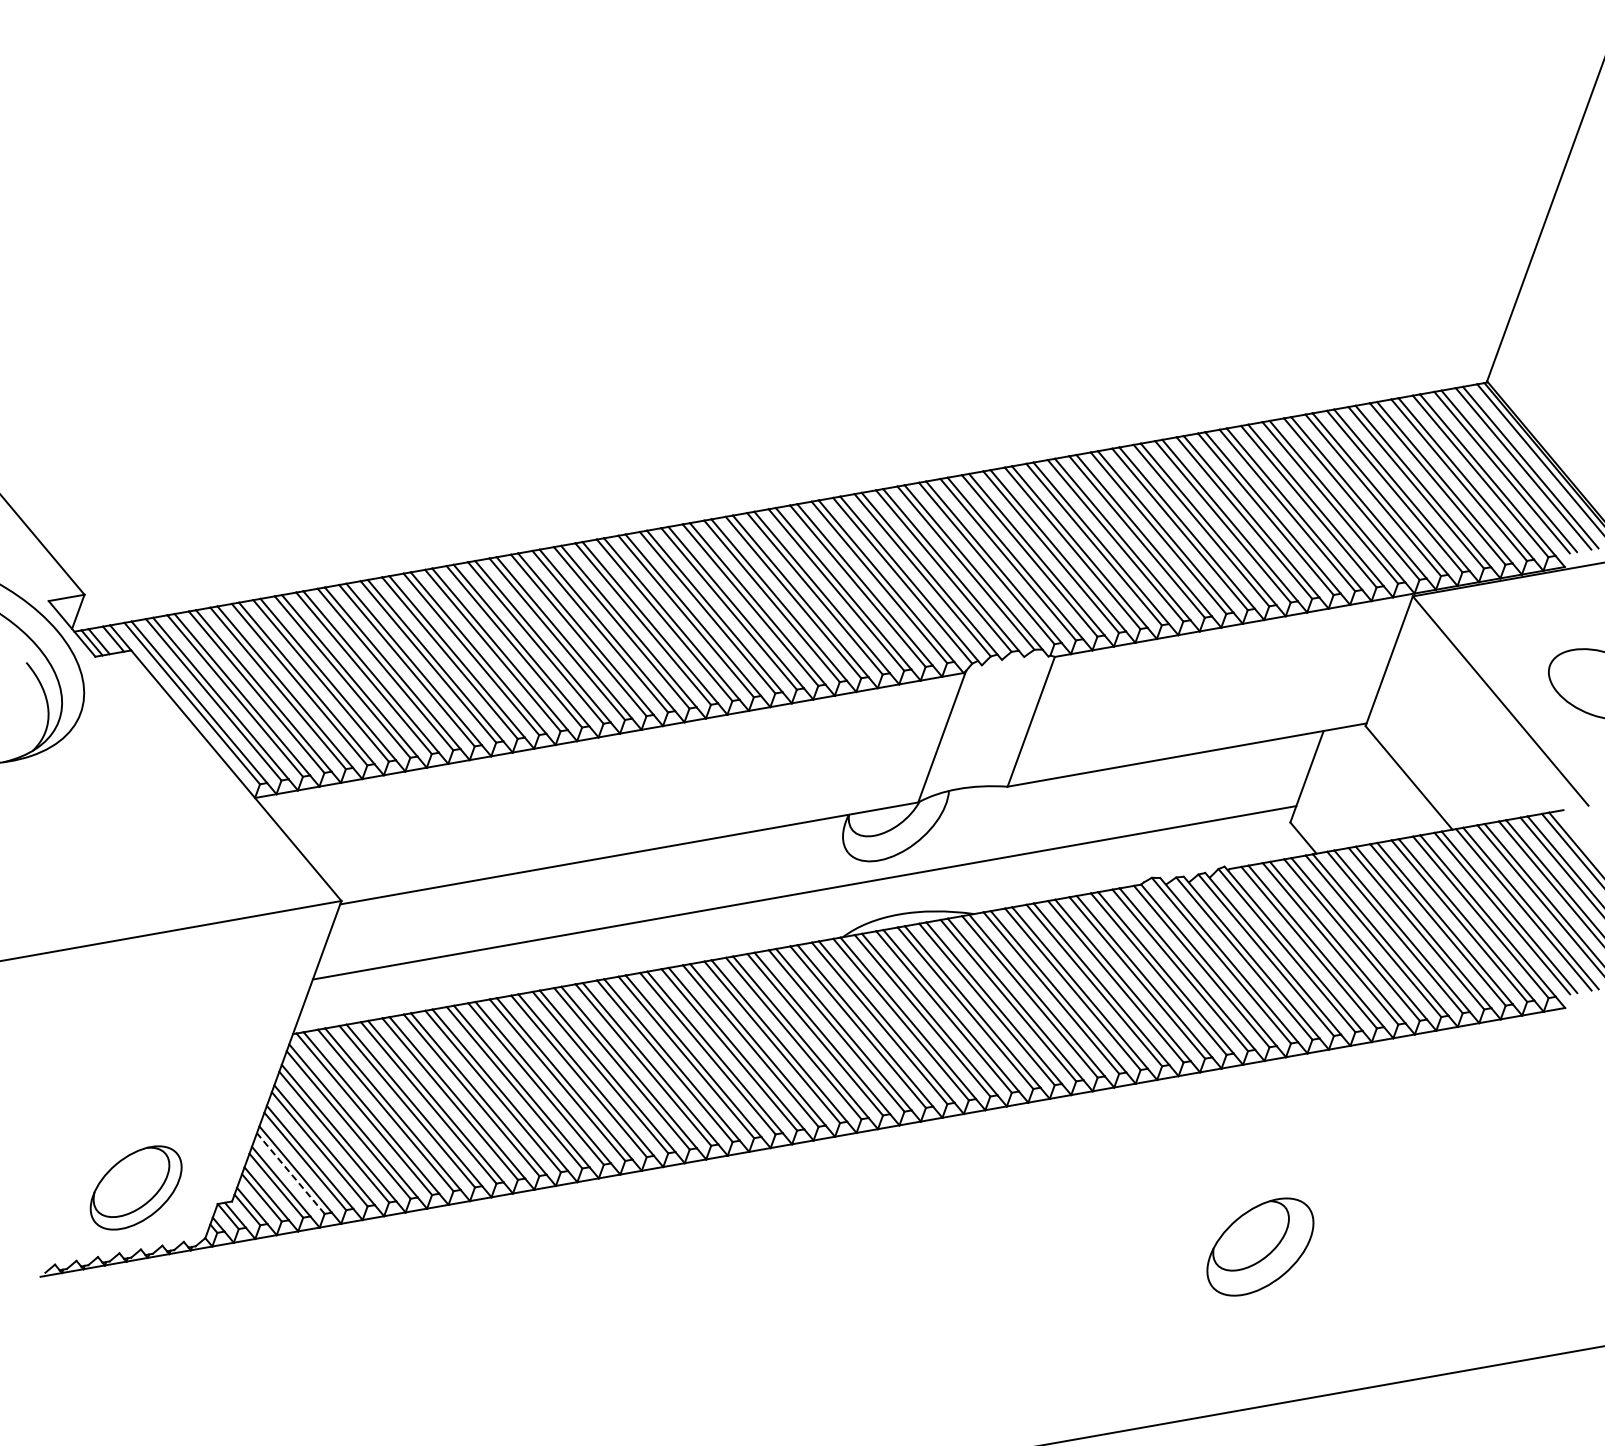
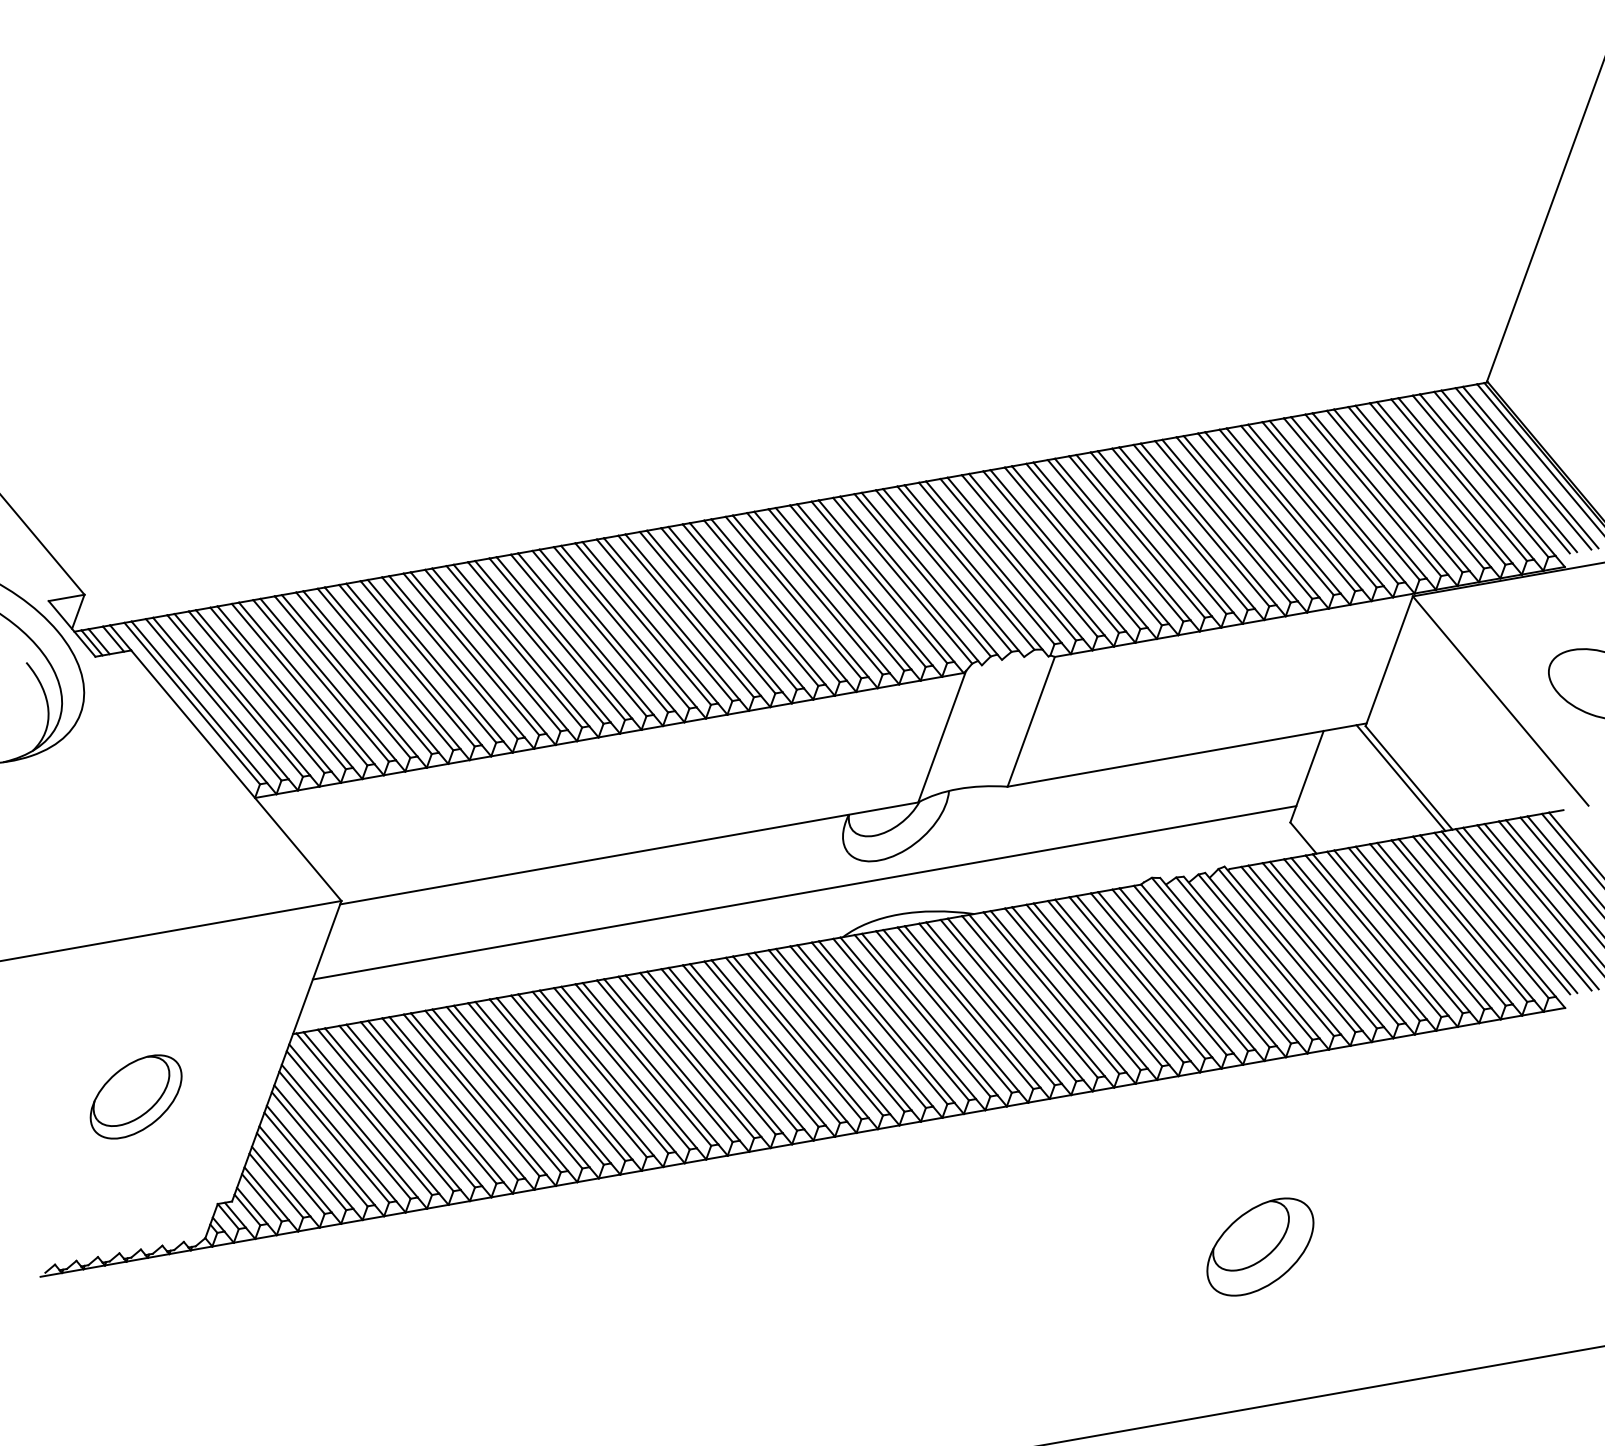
line at (1400, 777): none -> present
line at (290, 1173): dashed -> solid
part at (135, 1187) position: (135, 1187) -> (135, 1096)
